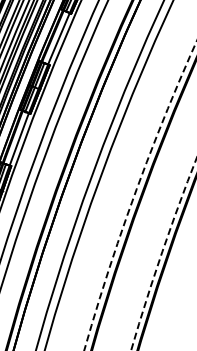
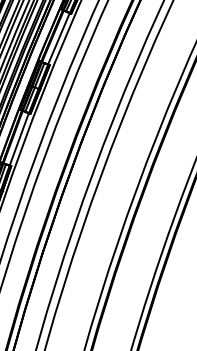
arc at (135, 192): dashed -> solid
arc at (162, 252): dashed -> solid
